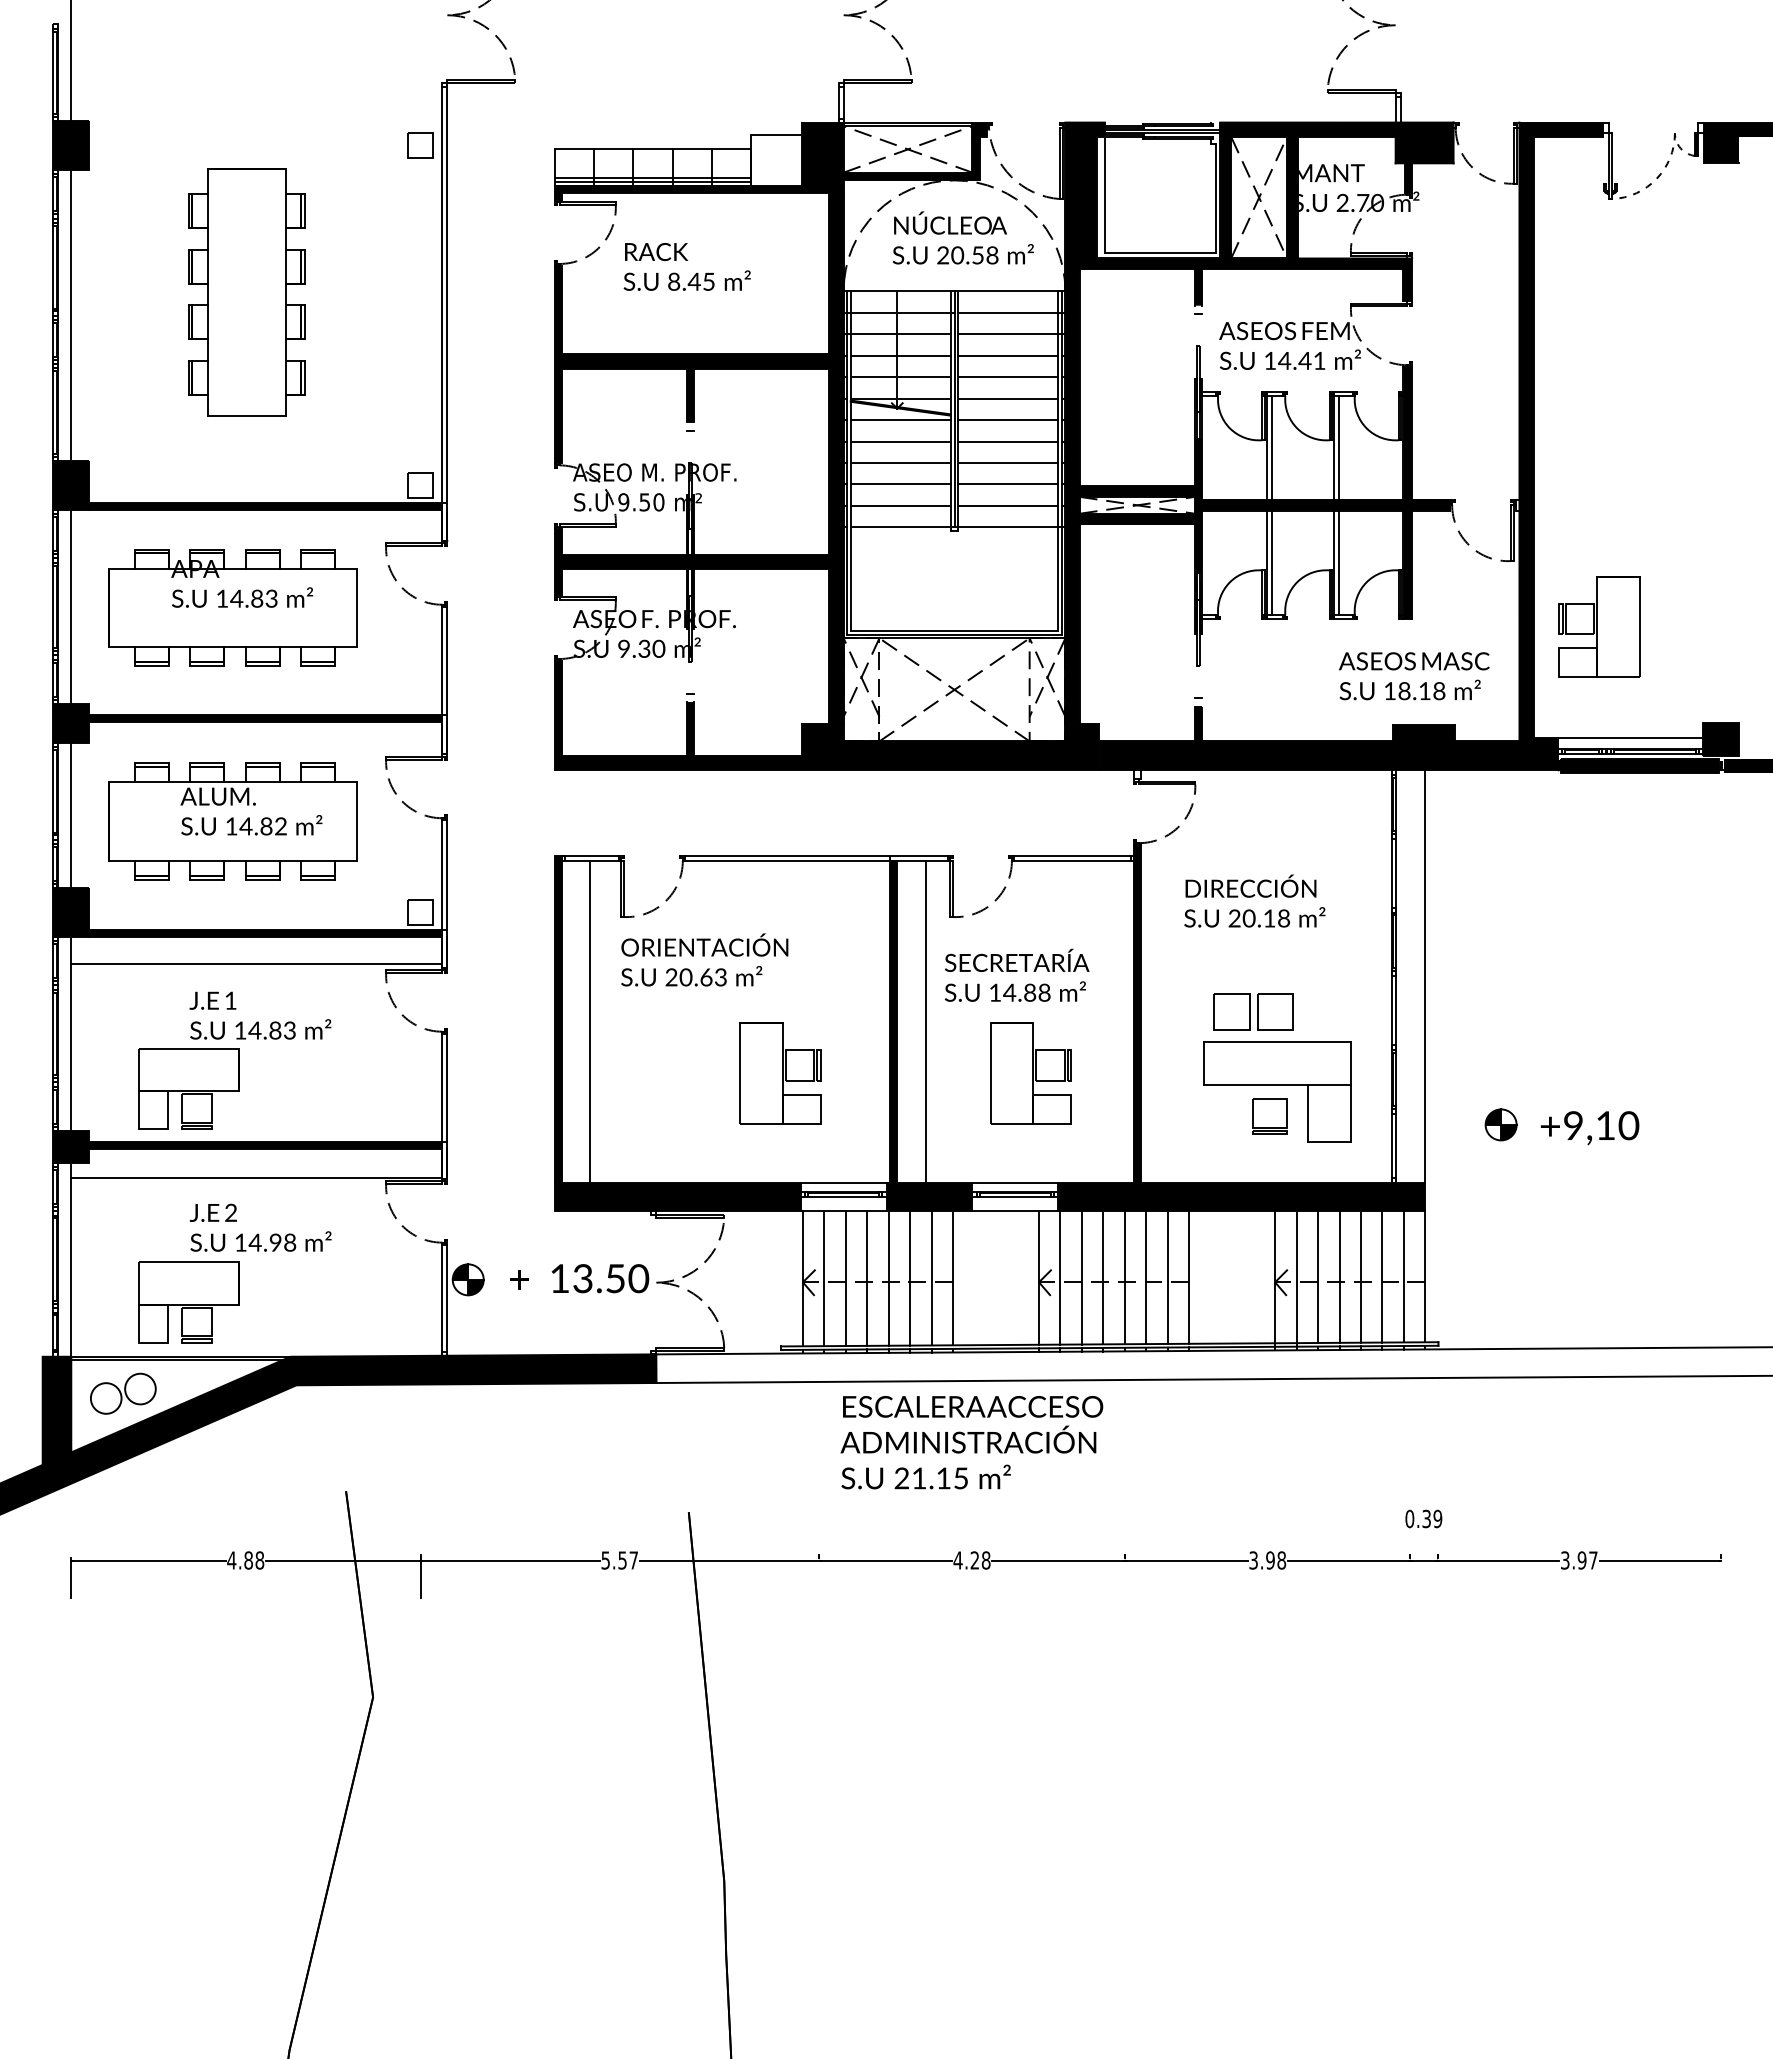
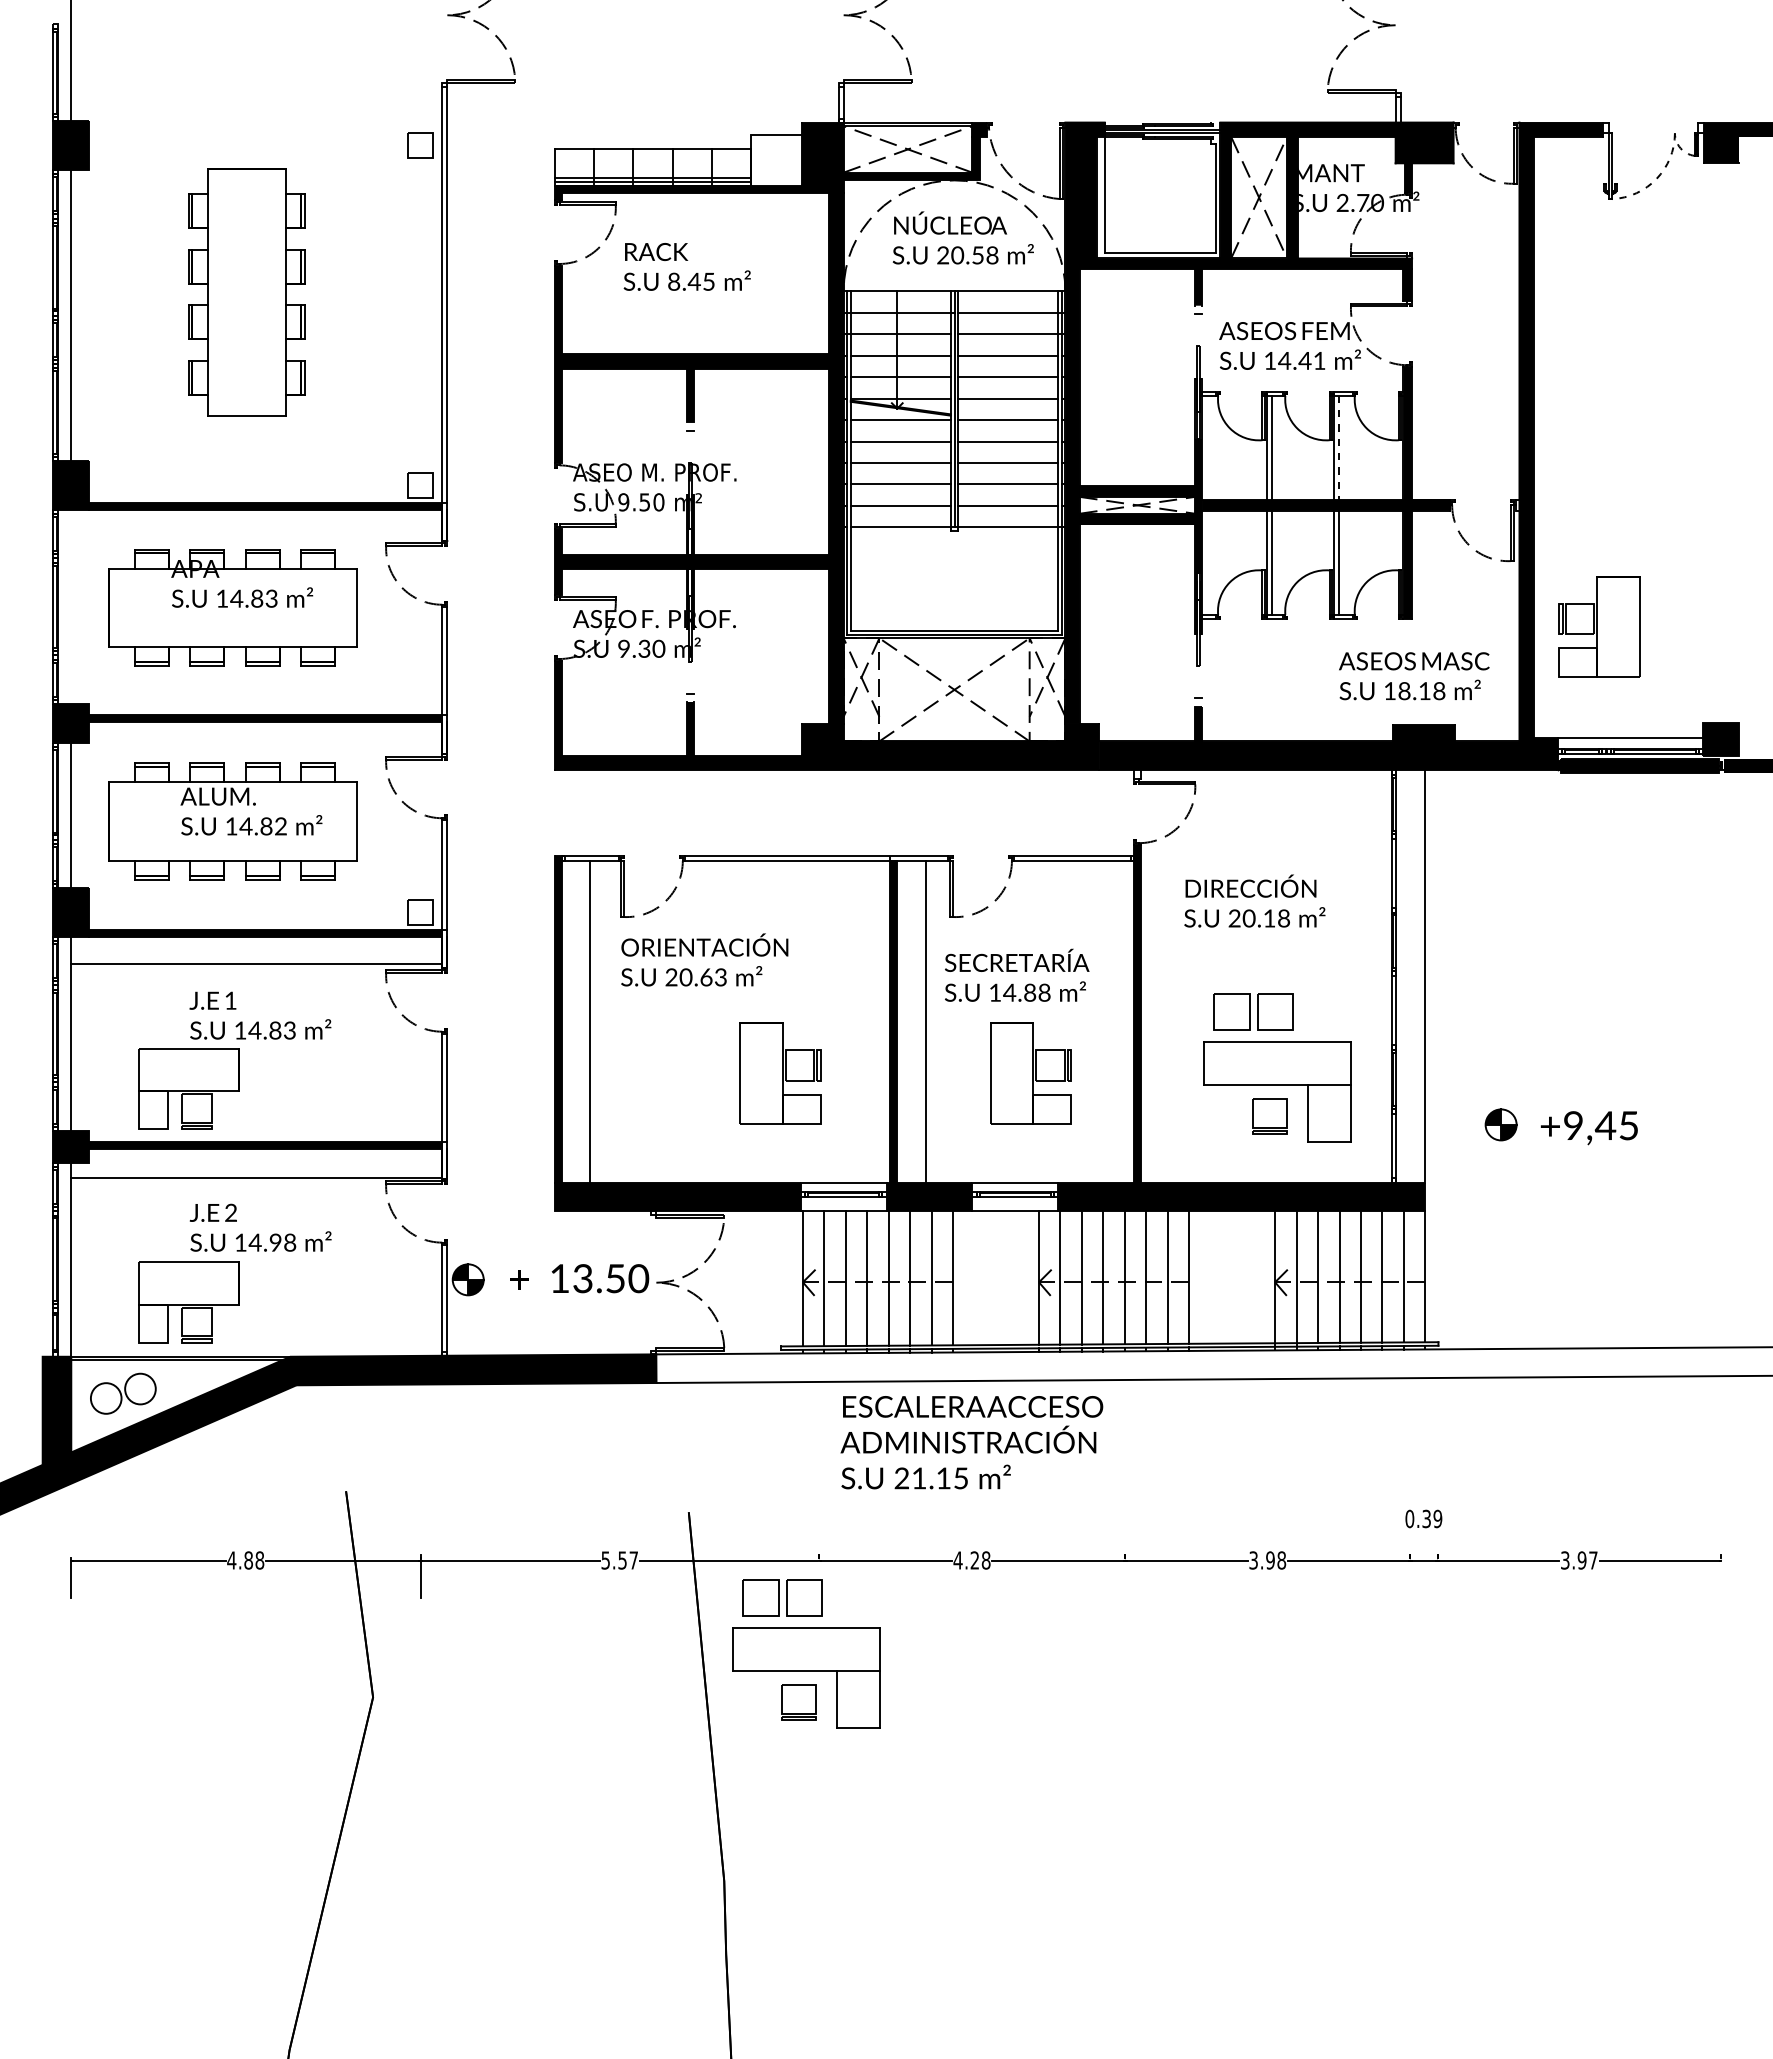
line at (1338, 448): solid -> dashed
line at (71, 606): present -> none
text at (1616, 1125): +9,10 -> +9,45
part at (806, 1653): none -> present
